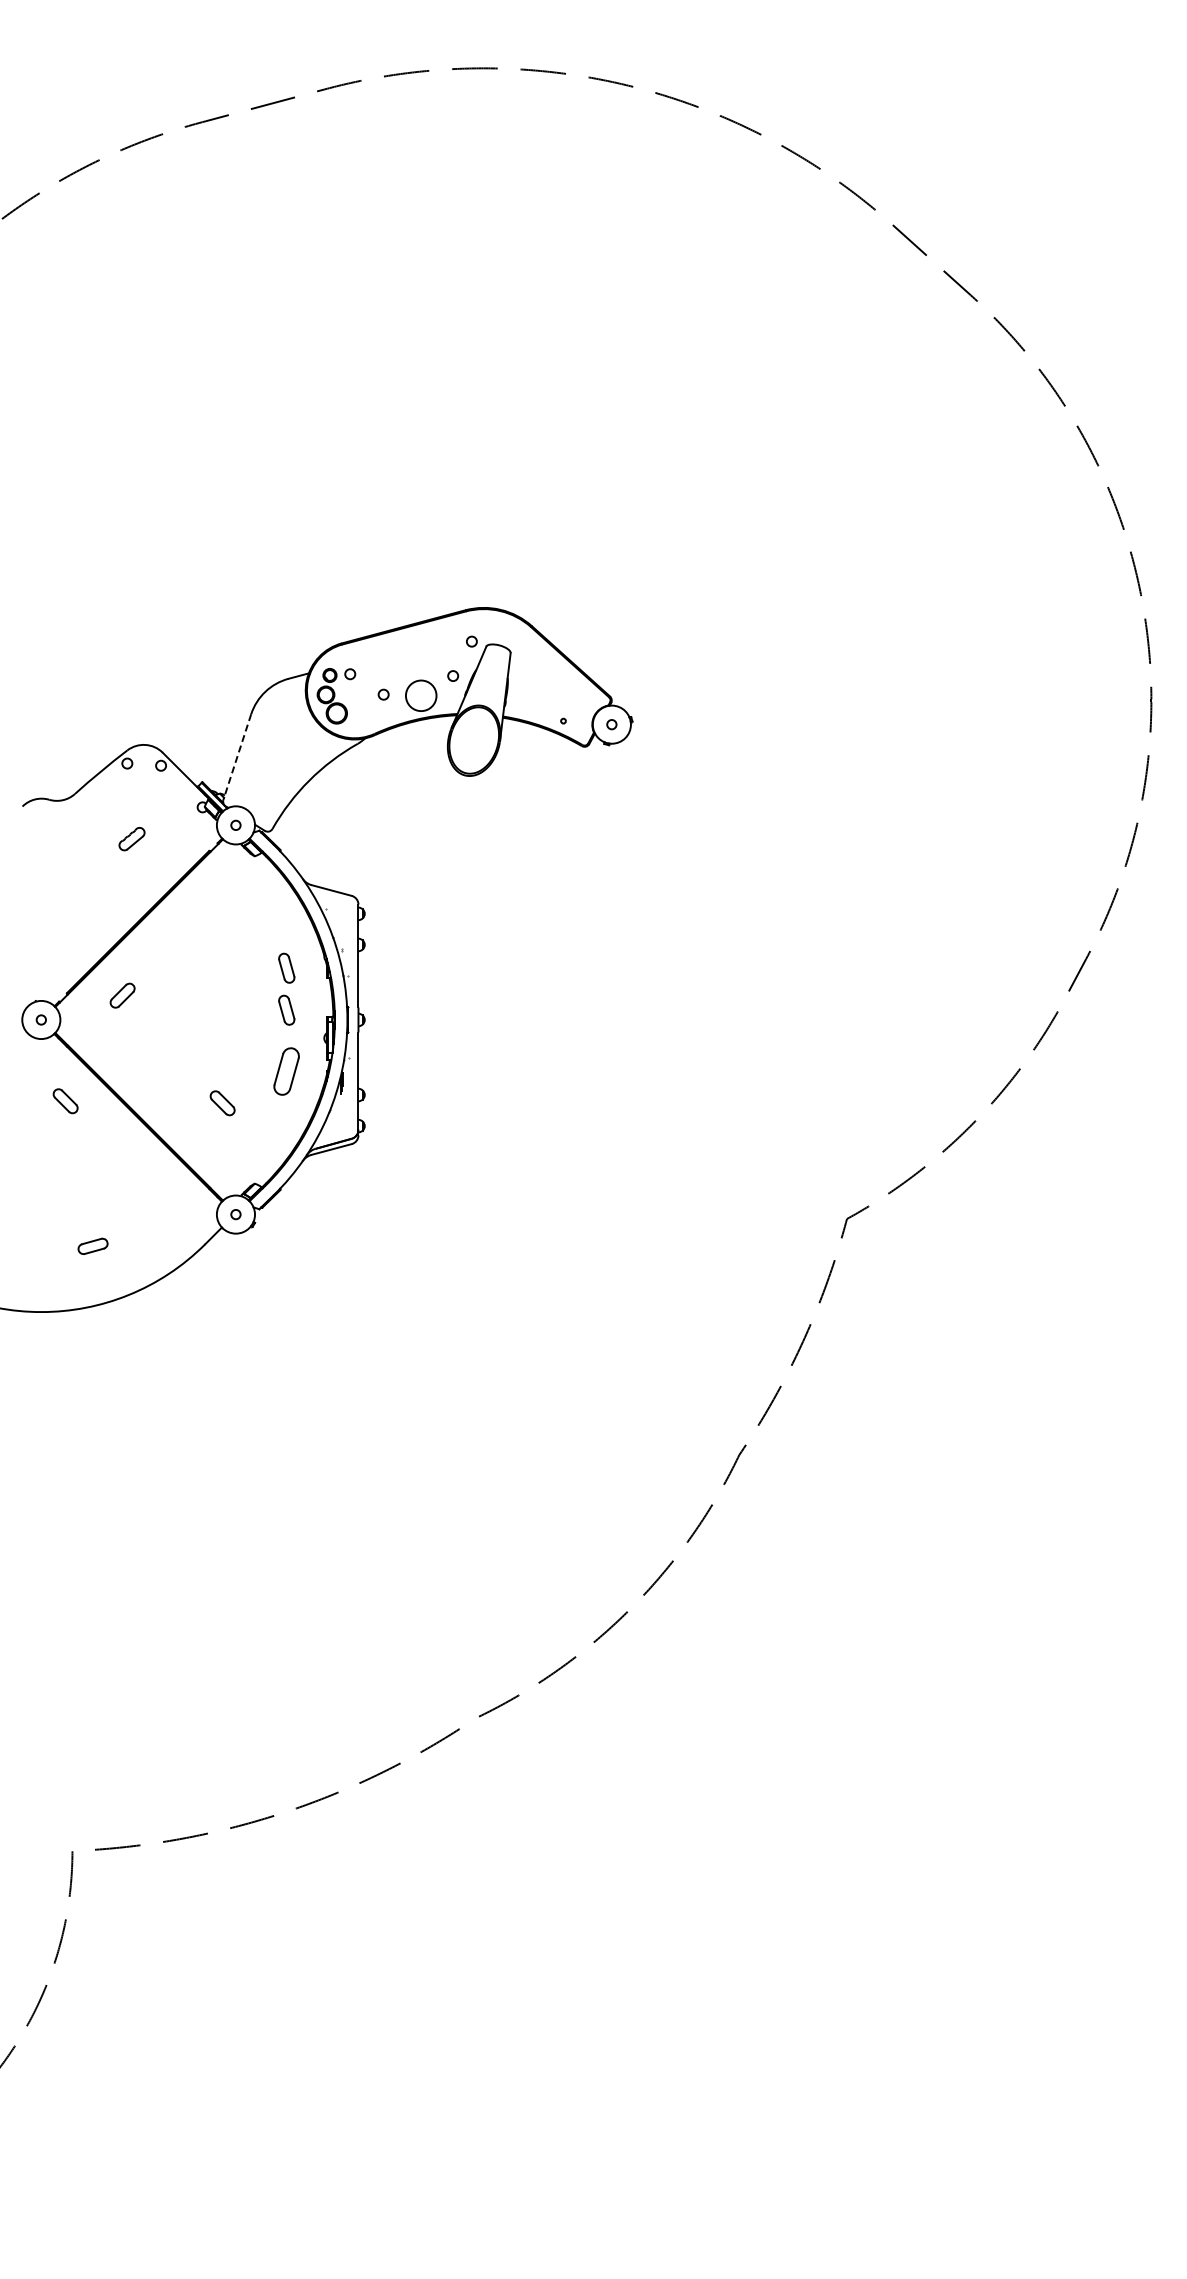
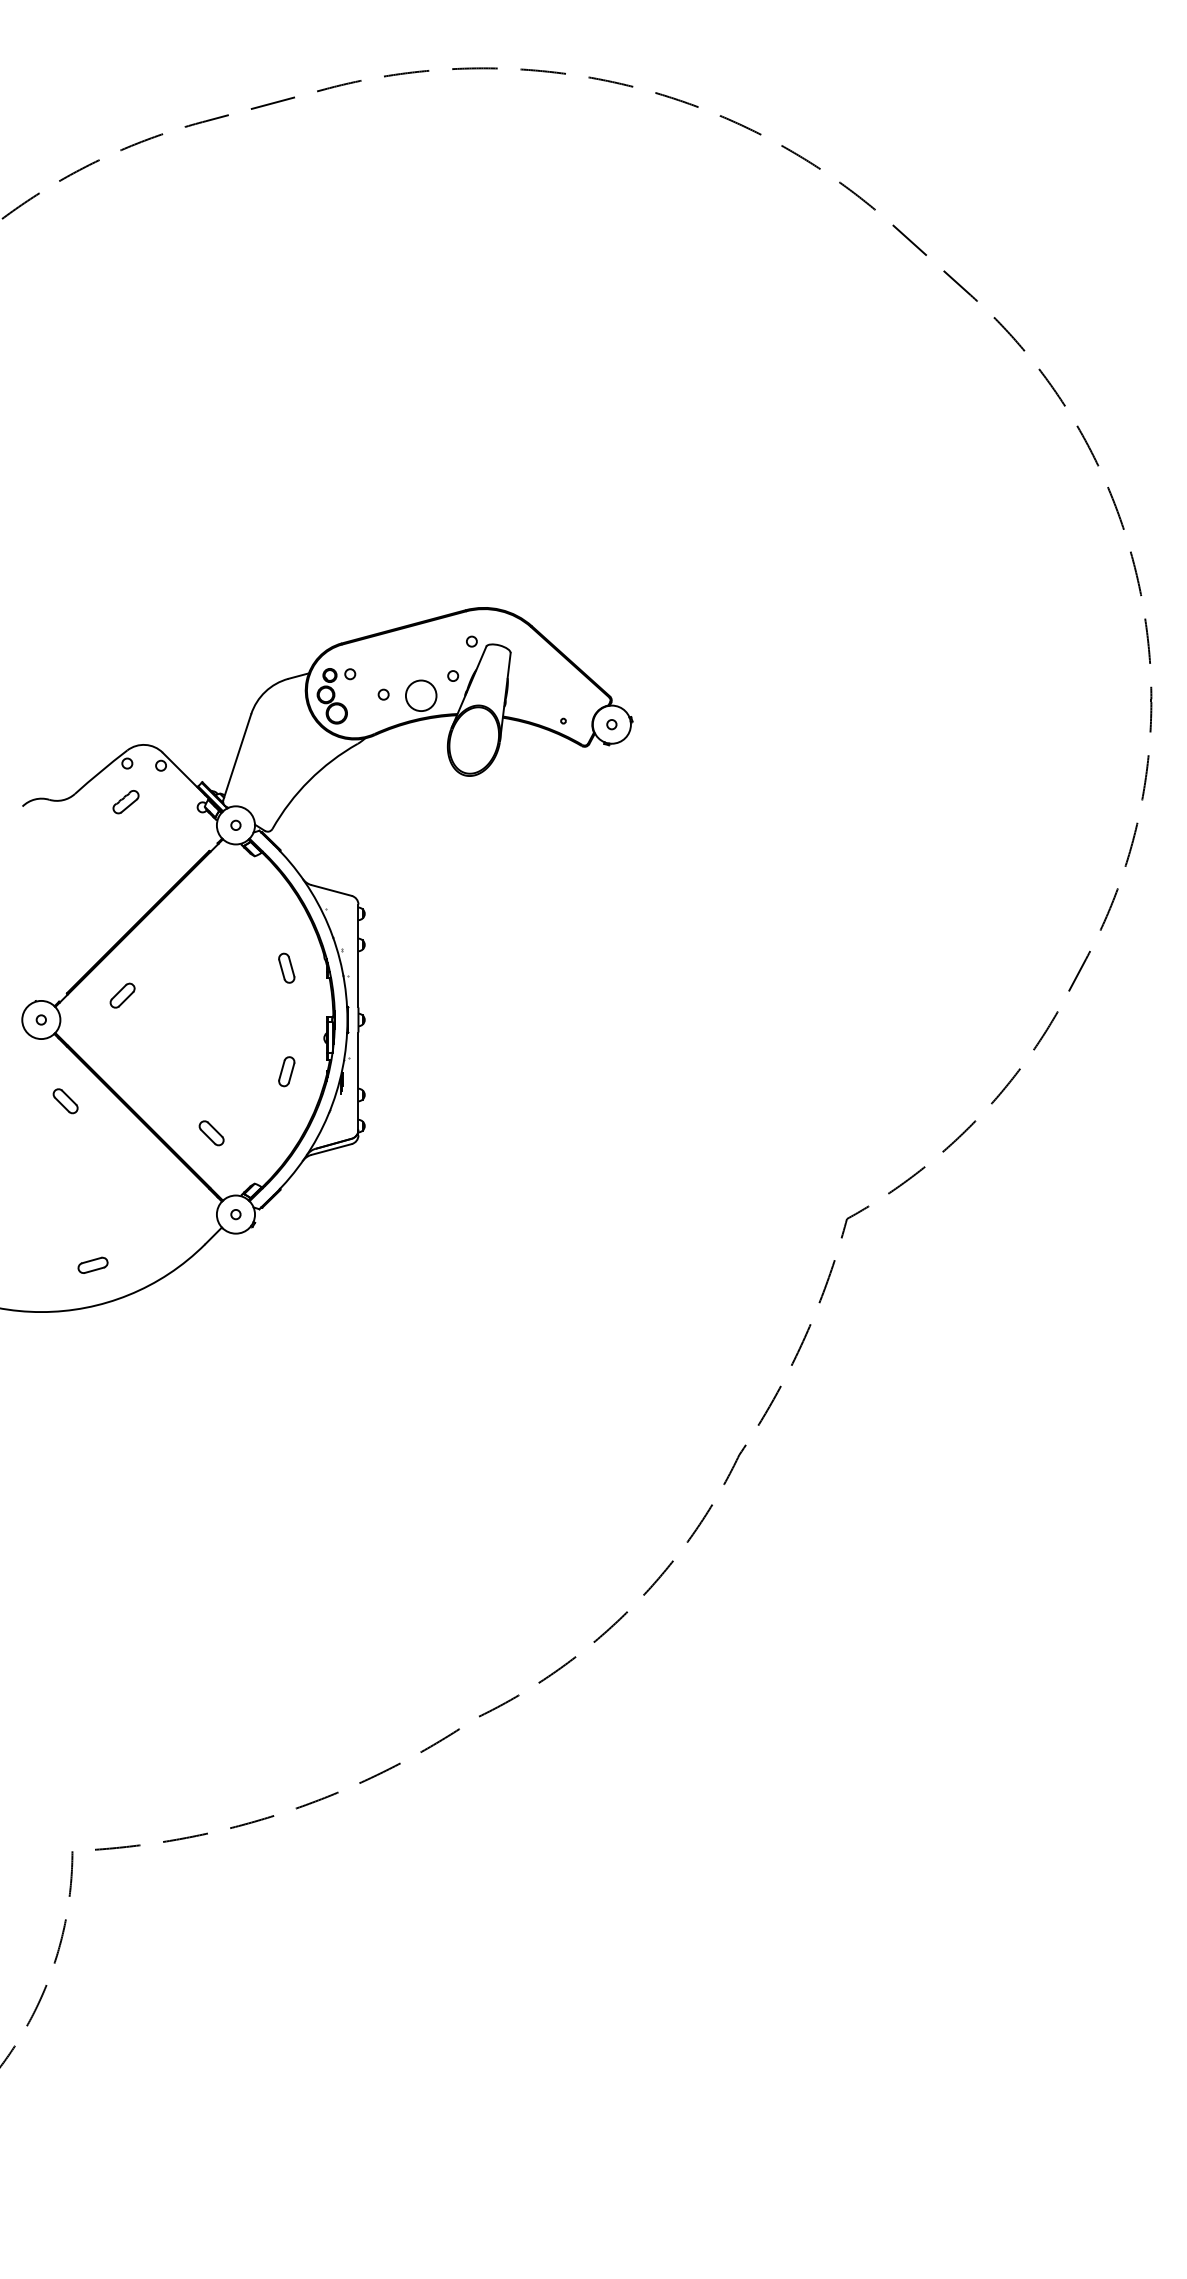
line at (237, 757): dashed -> solid
part at (131, 839) position: (131, 839) -> (125, 802)
part at (286, 1009): present -> none
part at (286, 1071) size: 27x49 px -> 18x32 px
part at (222, 1103) position: (222, 1103) -> (211, 1133)
part at (92, 1245) position: (92, 1245) -> (92, 1264)
